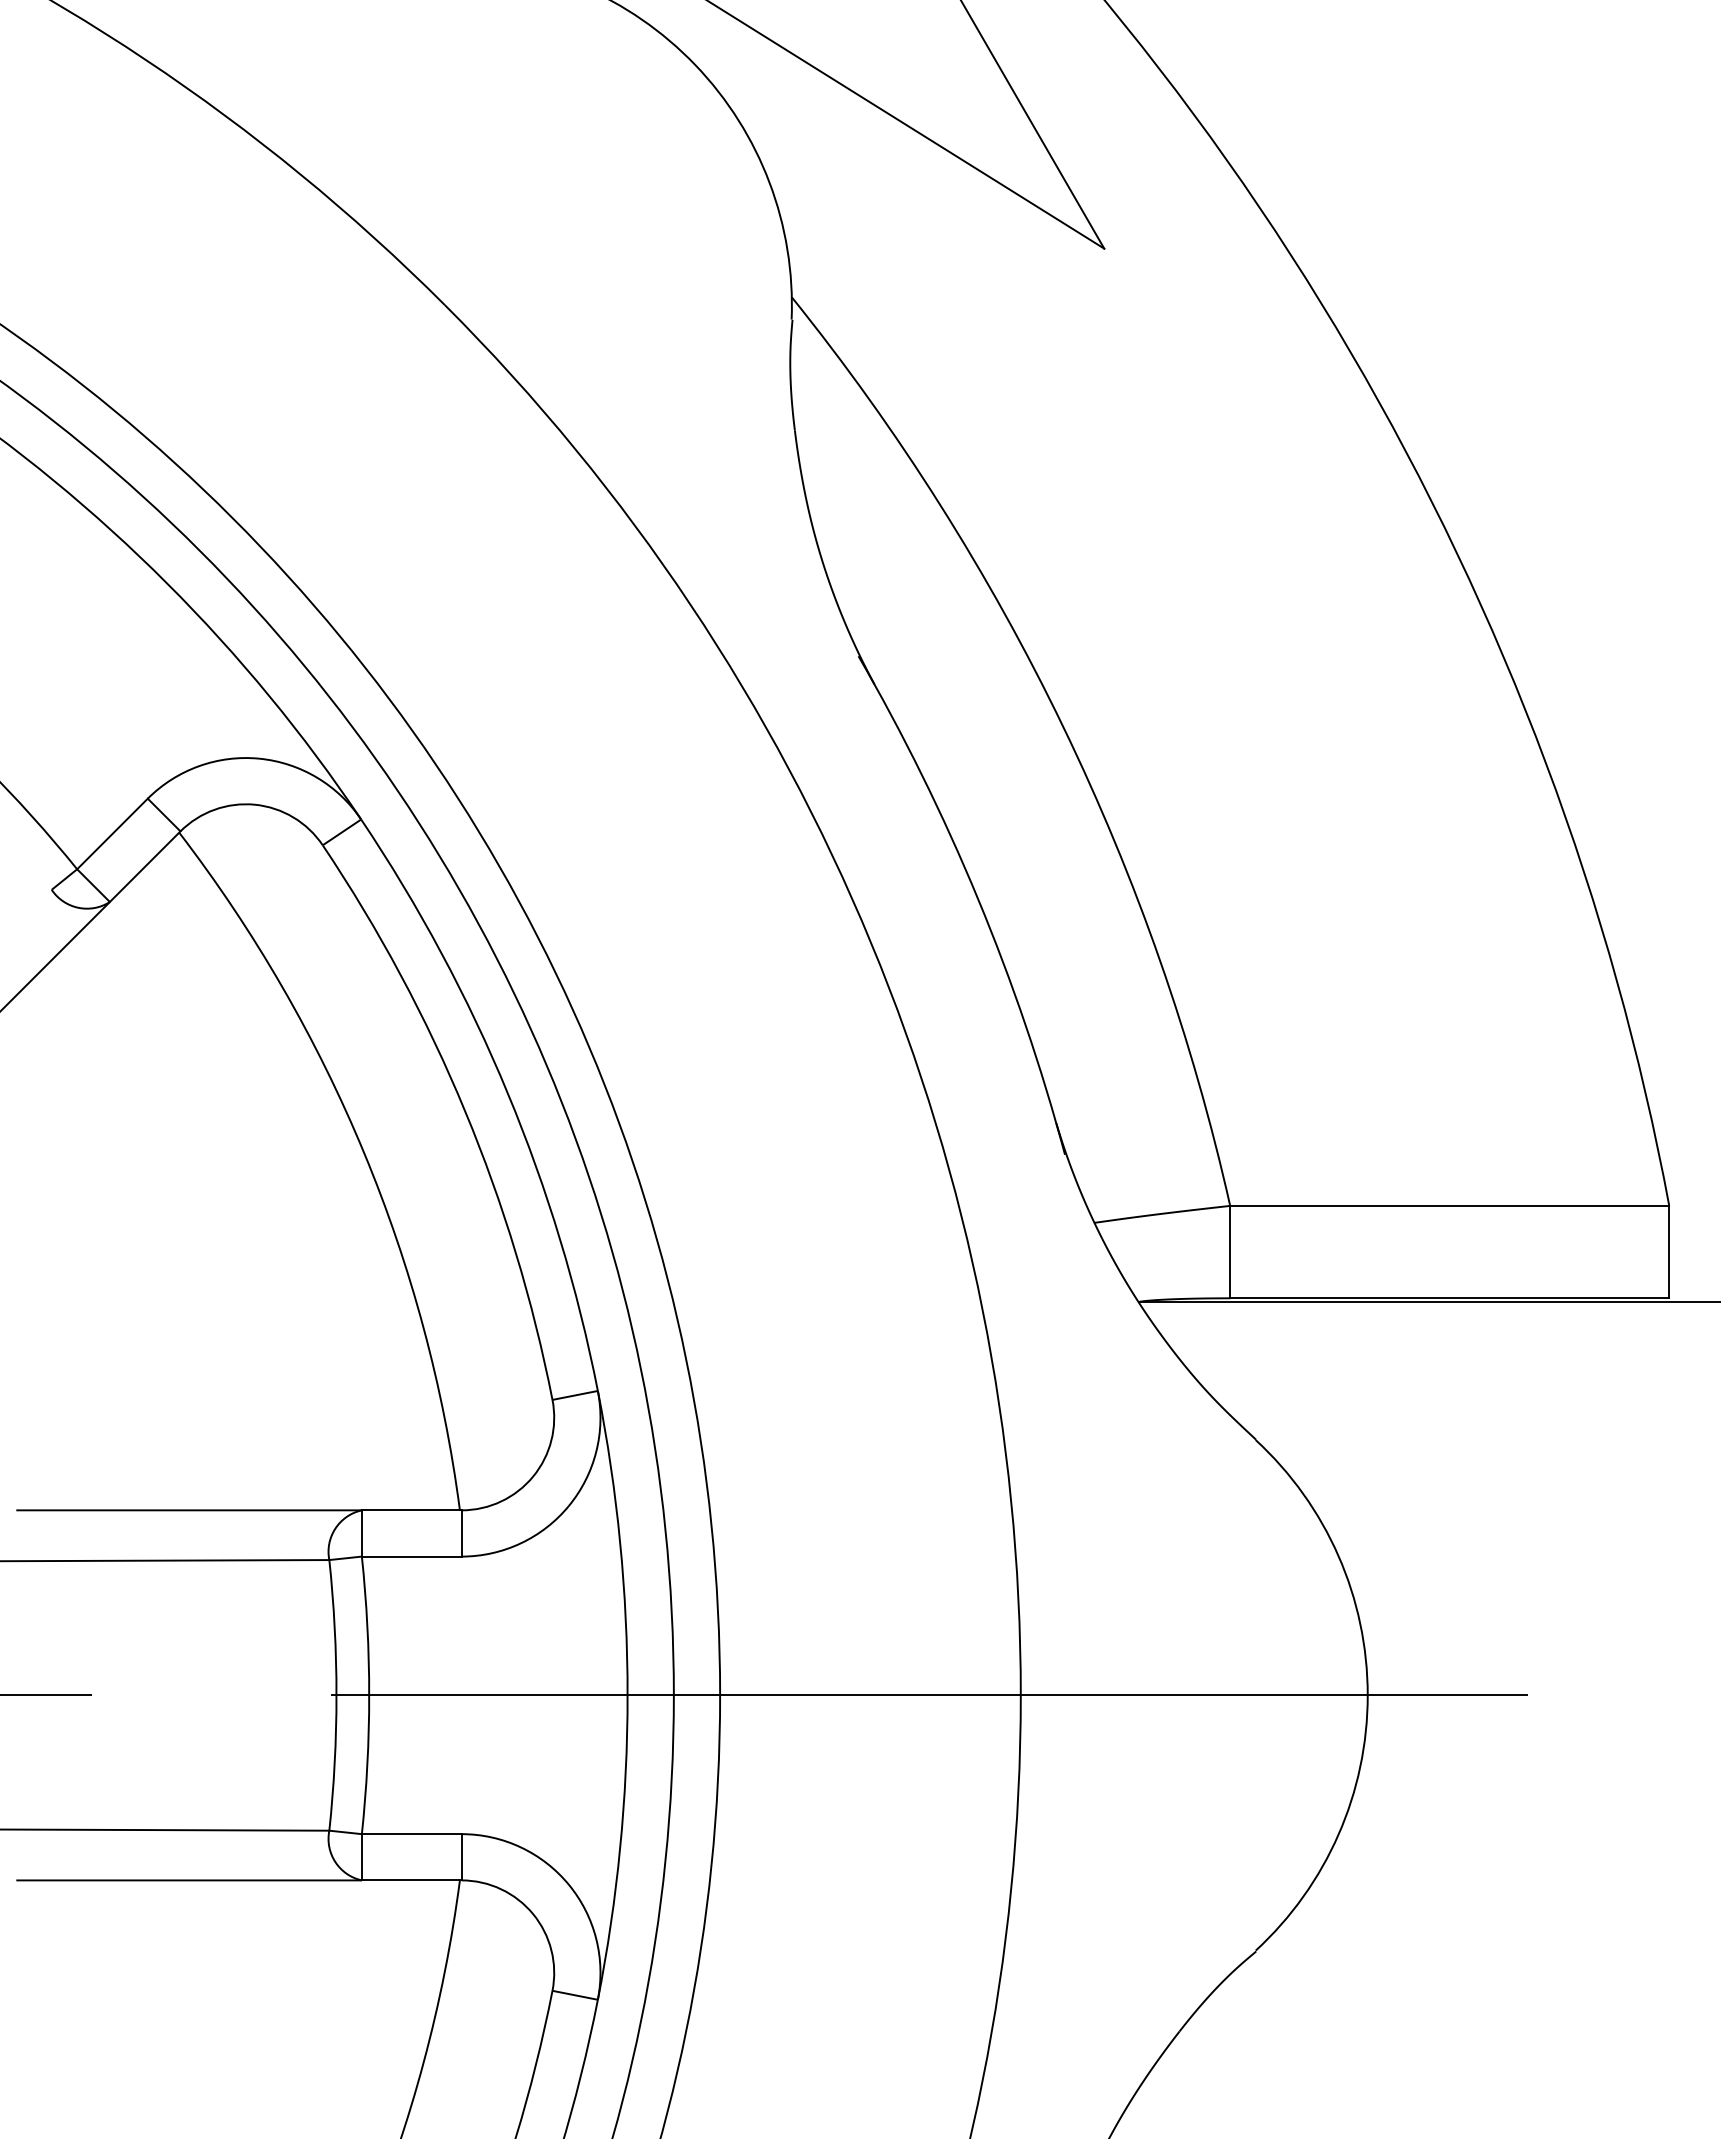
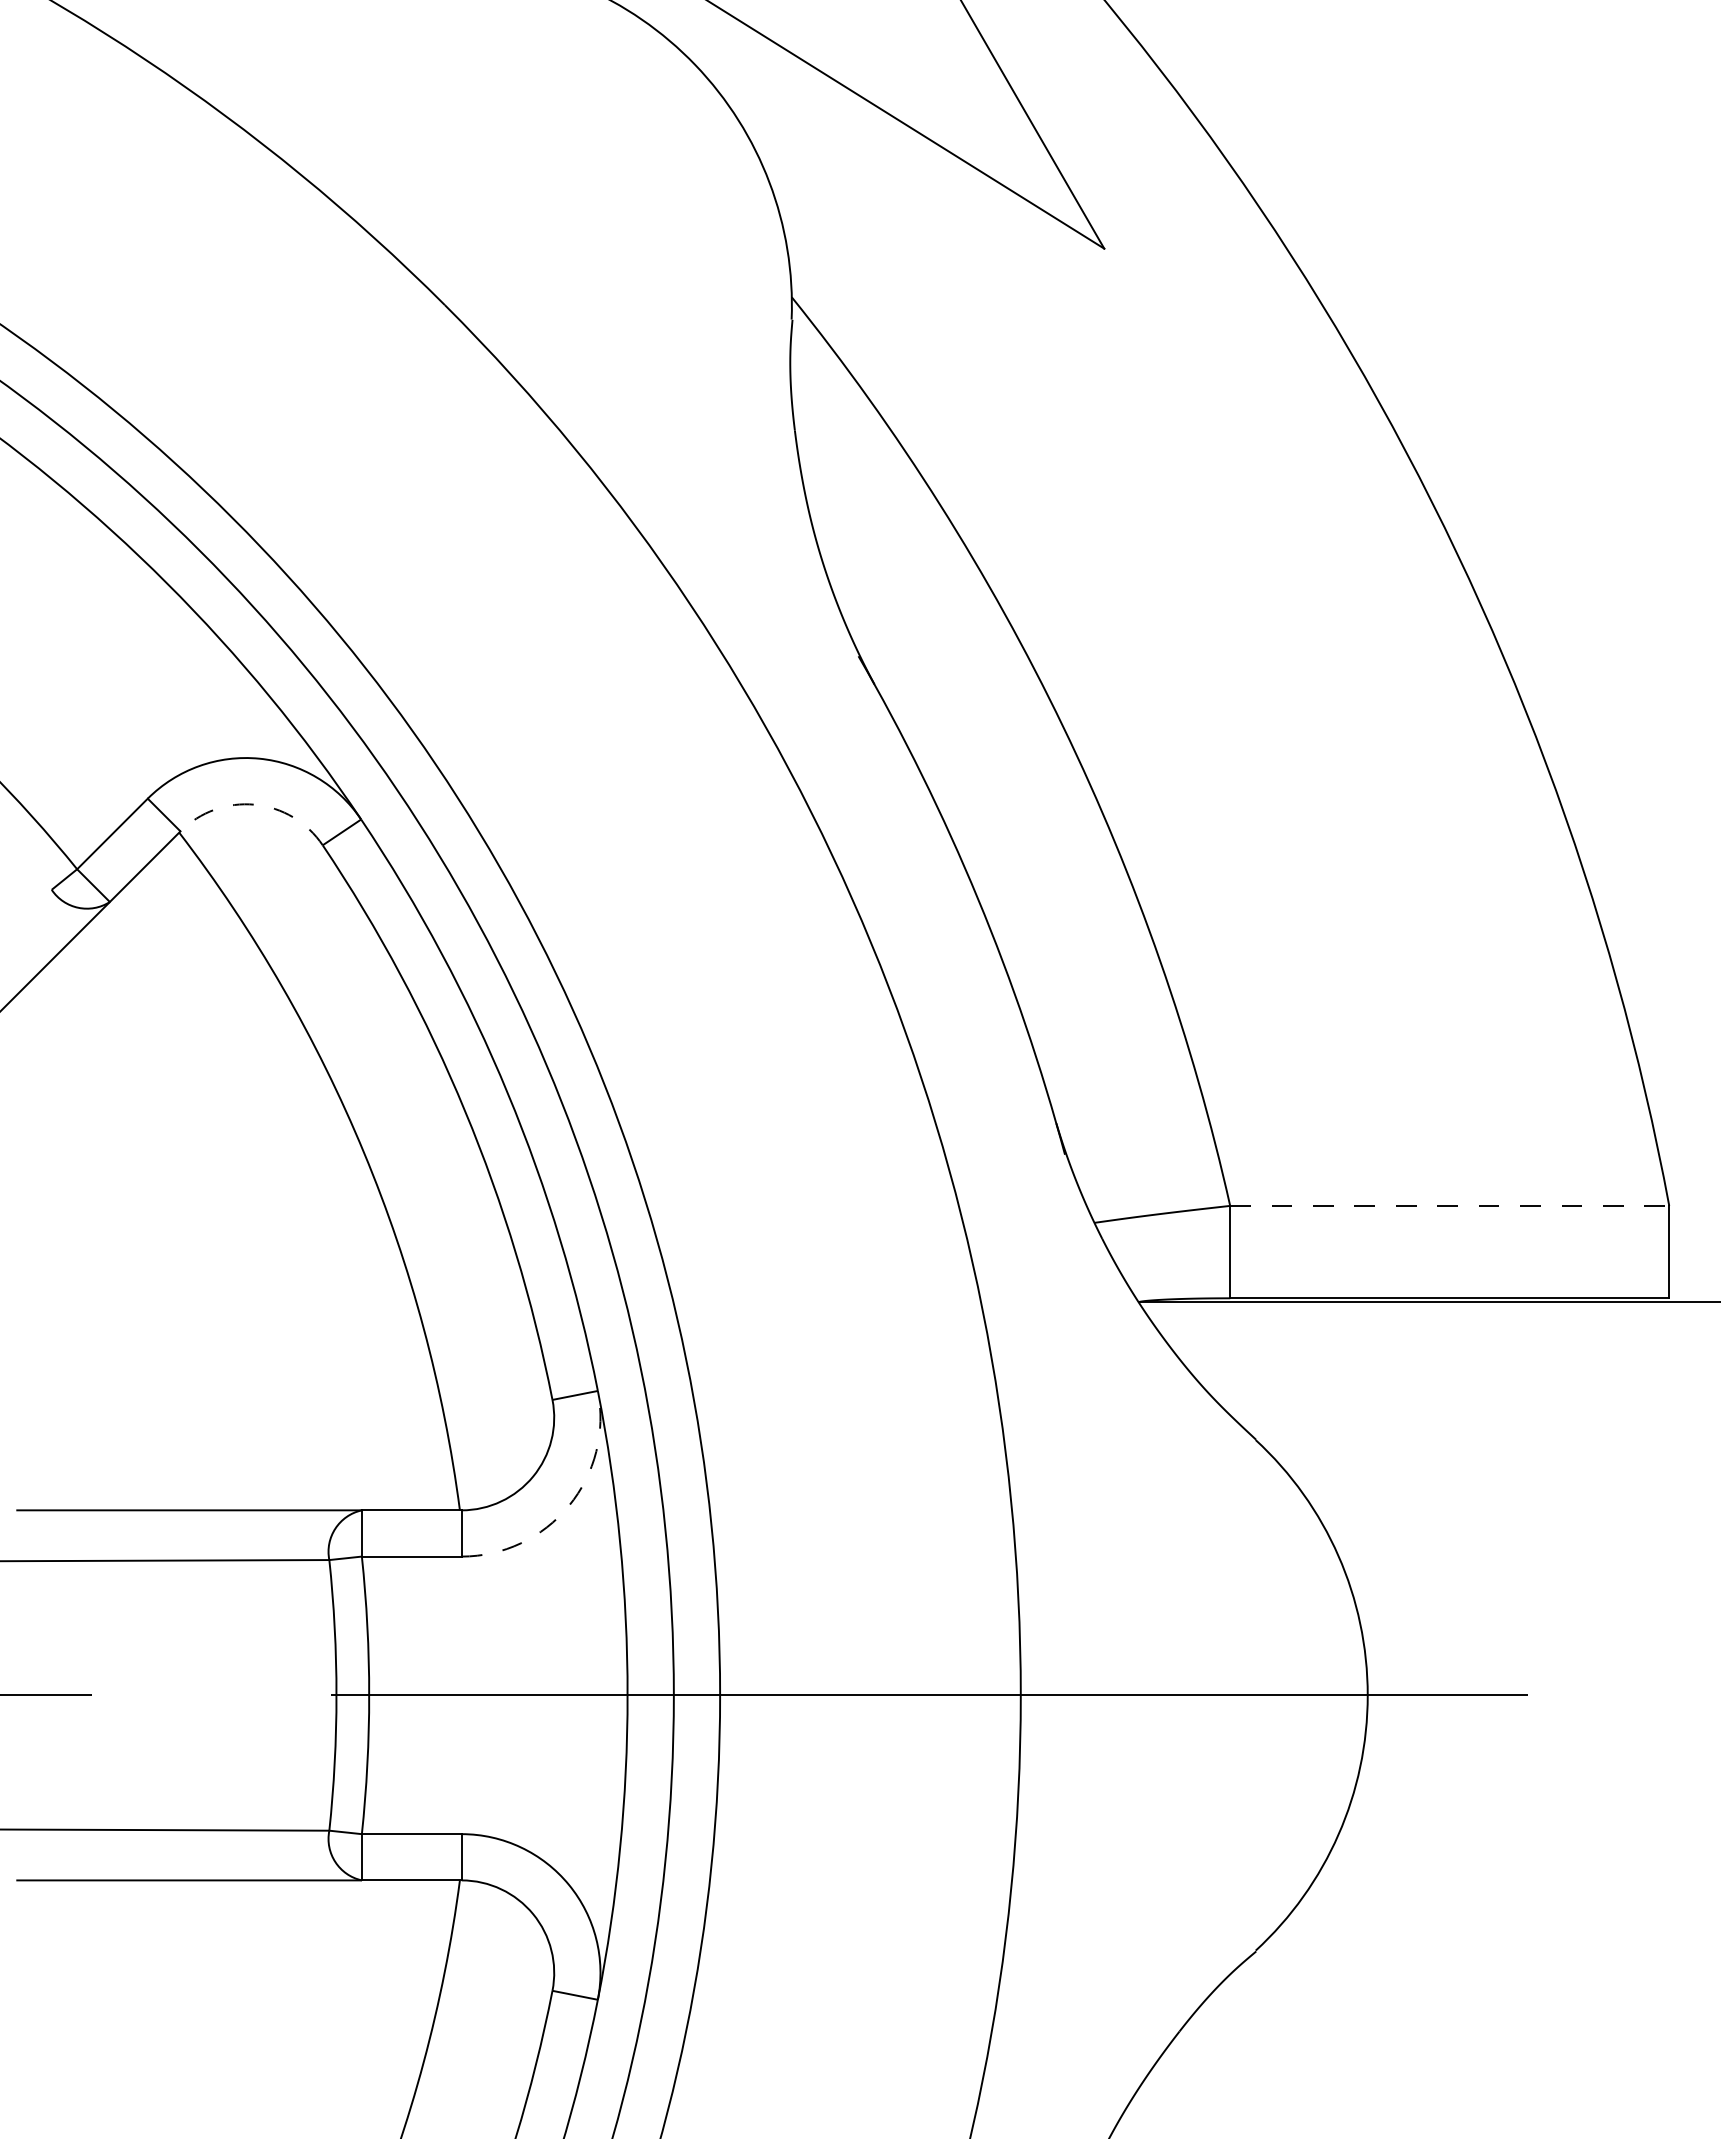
arc at (254, 804): solid -> dashed
line at (1449, 1205): solid -> dashed
arc at (568, 1505): solid -> dashed
